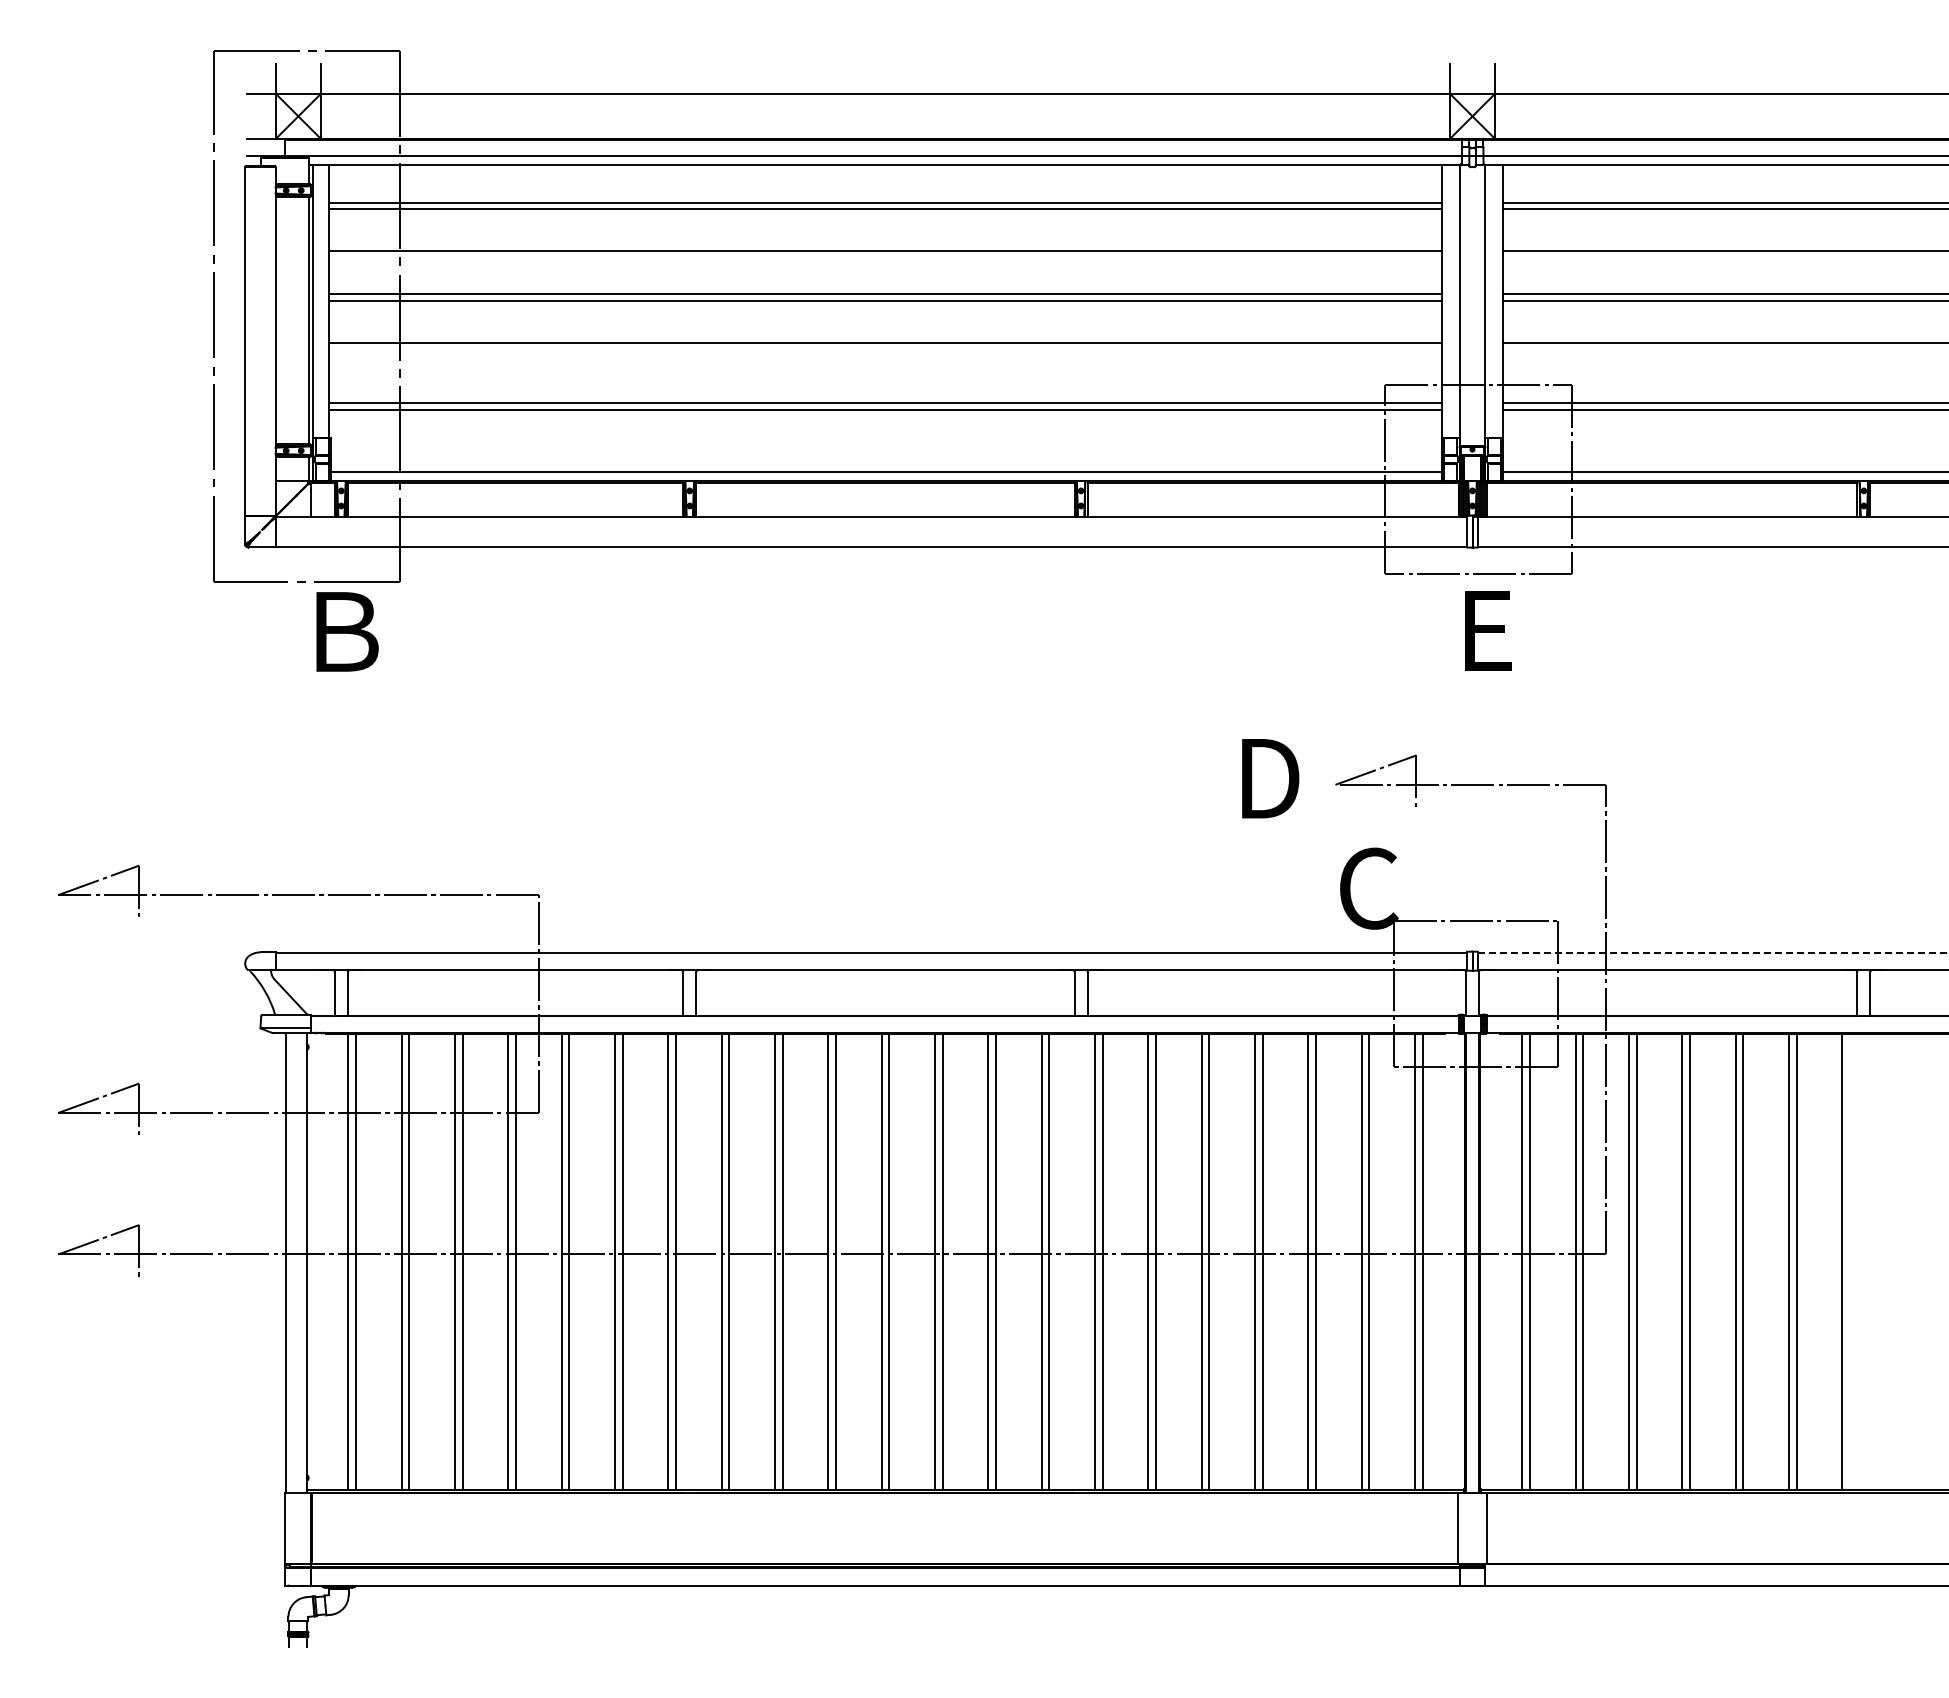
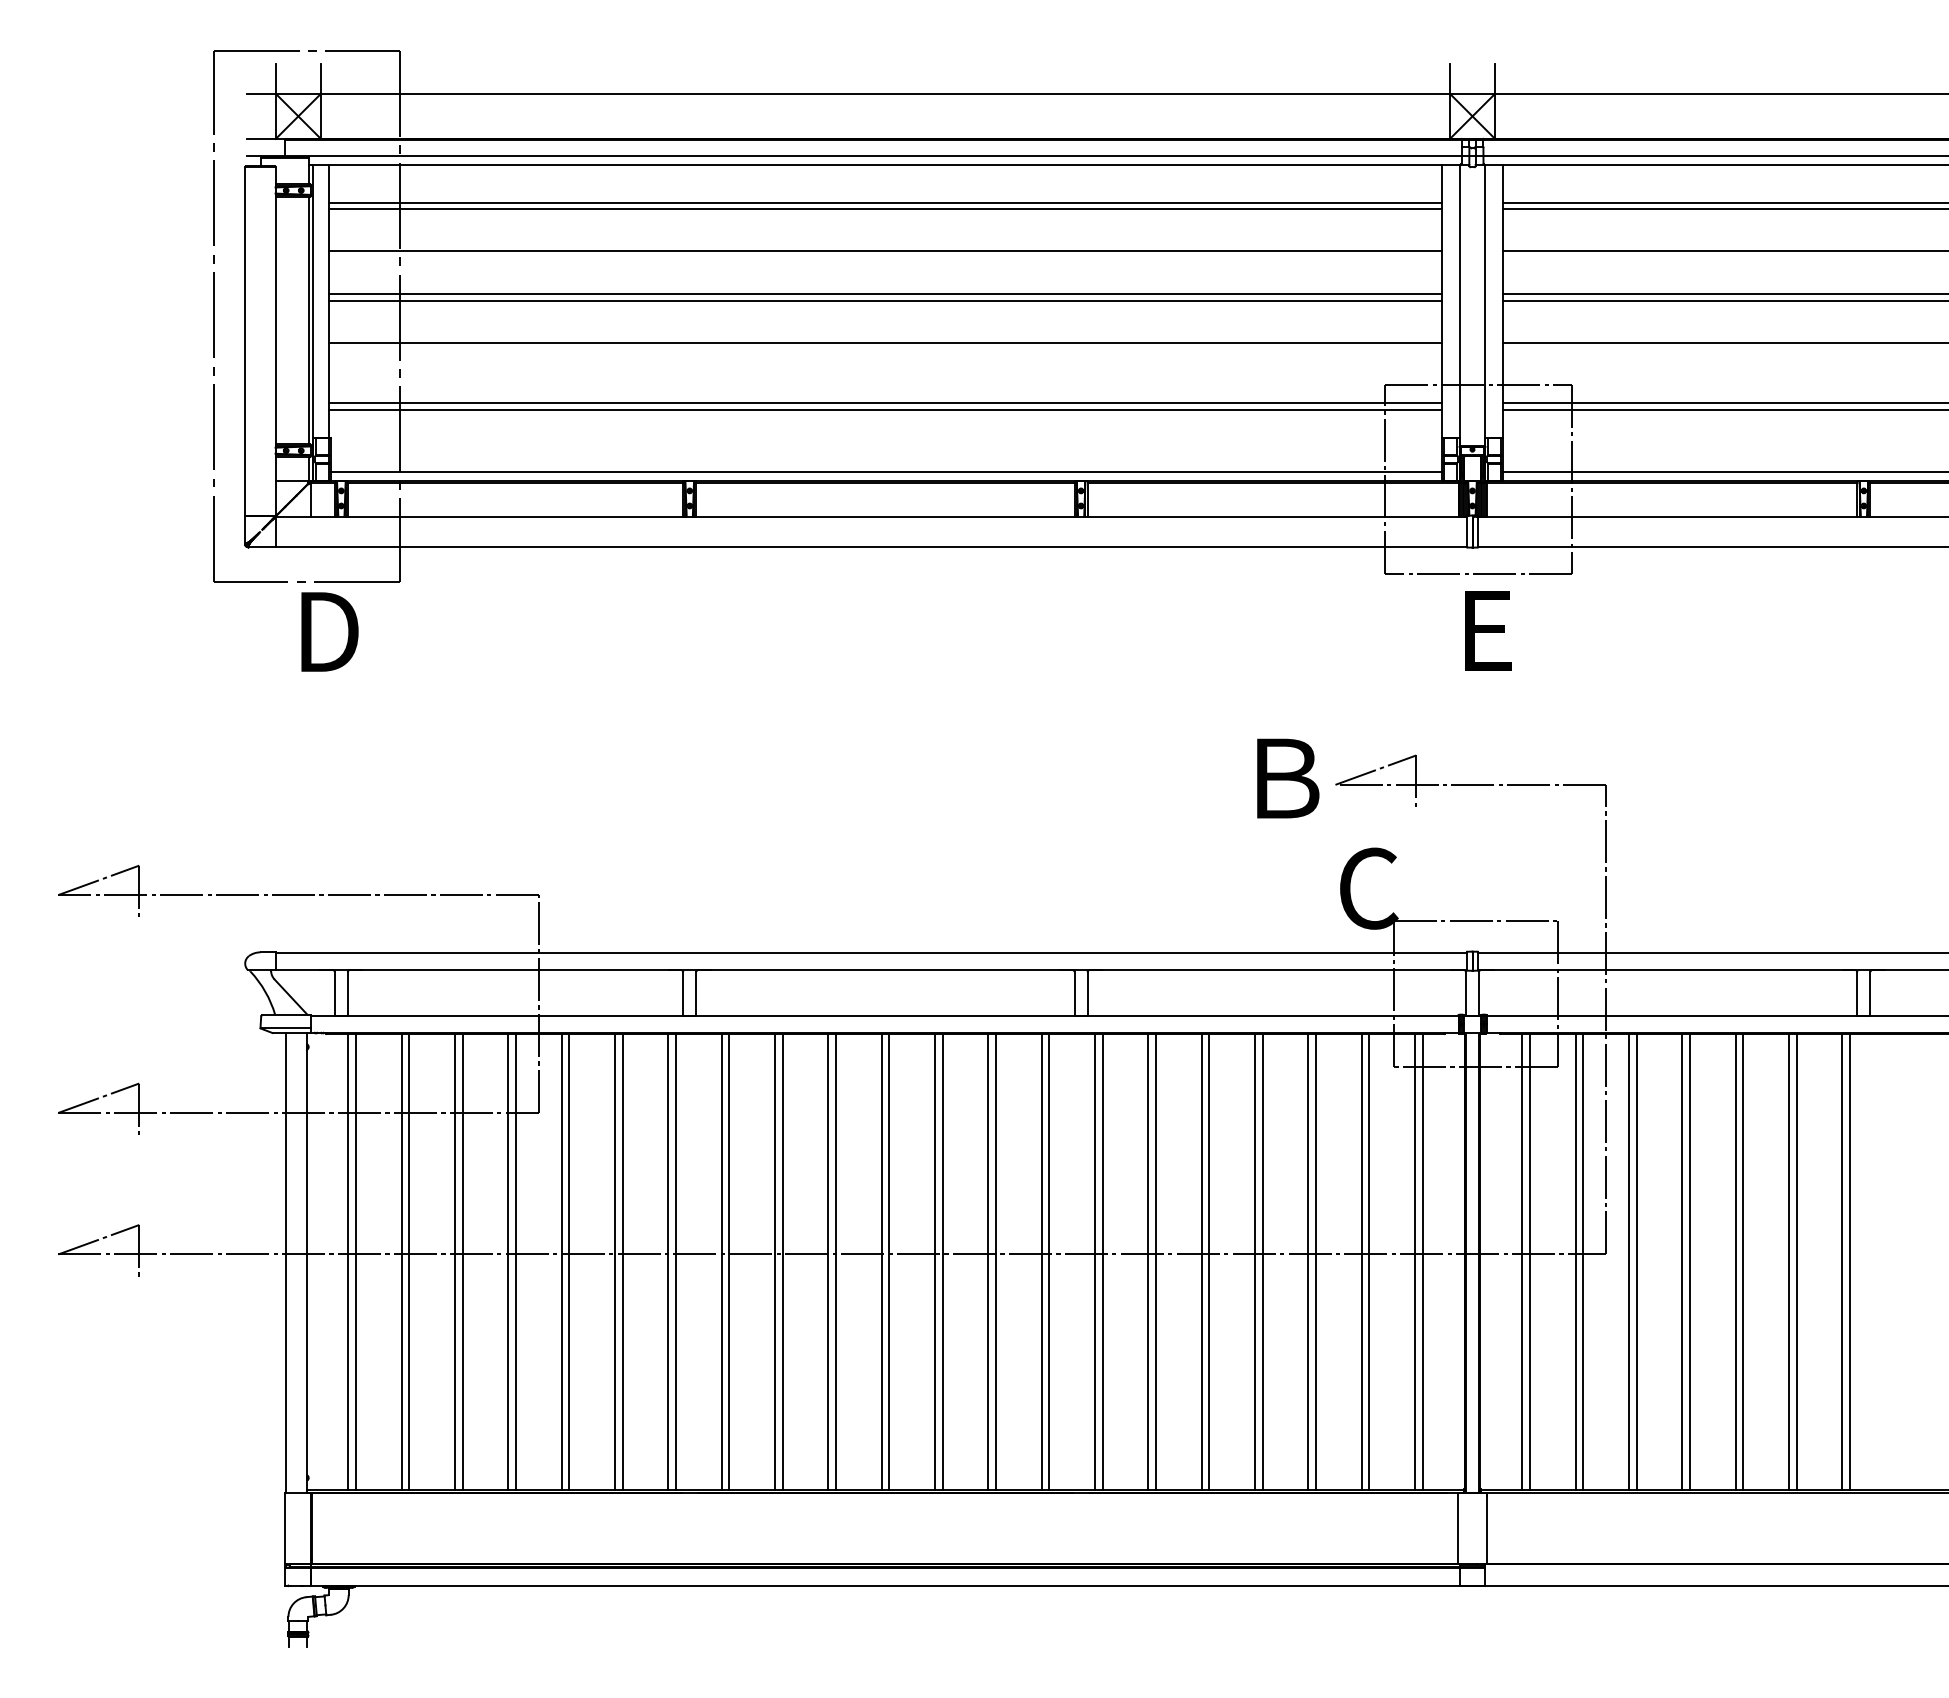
text at (339, 631): Ｂ -> D
text at (1280, 778): D -> Ｂ
line at (1713, 952): dashed -> solid
line at (1850, 1261): none -> present
